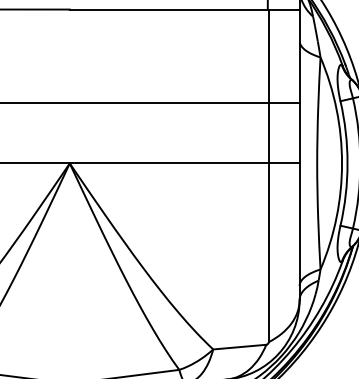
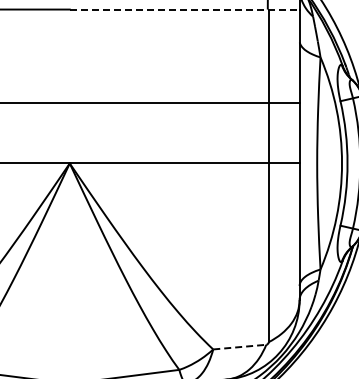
line at (184, 9): solid -> dashed
line at (239, 347): solid -> dashed
